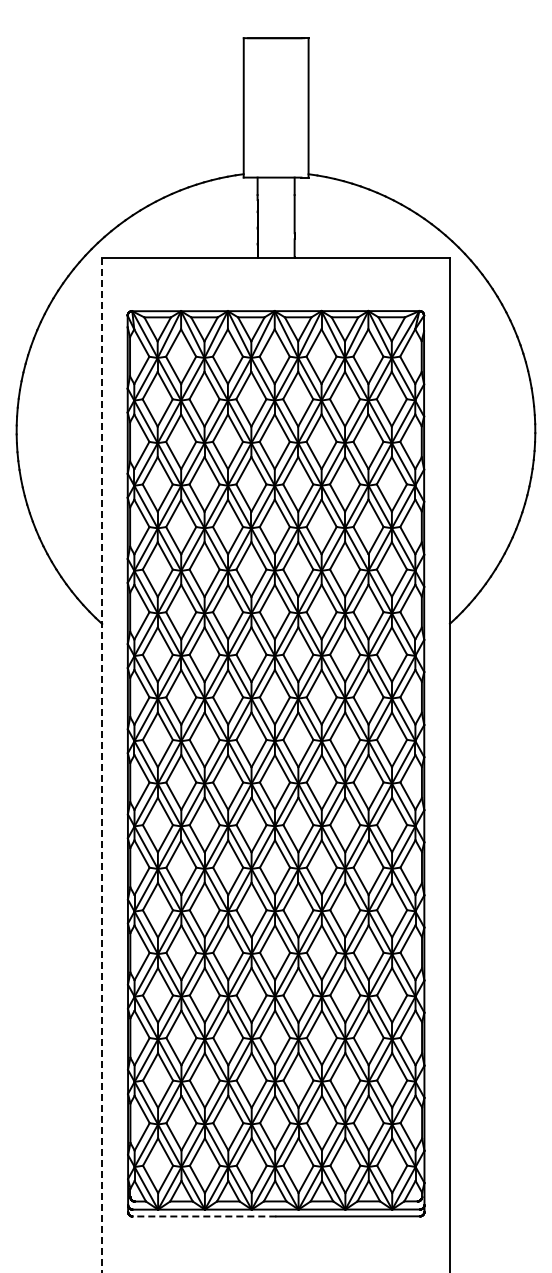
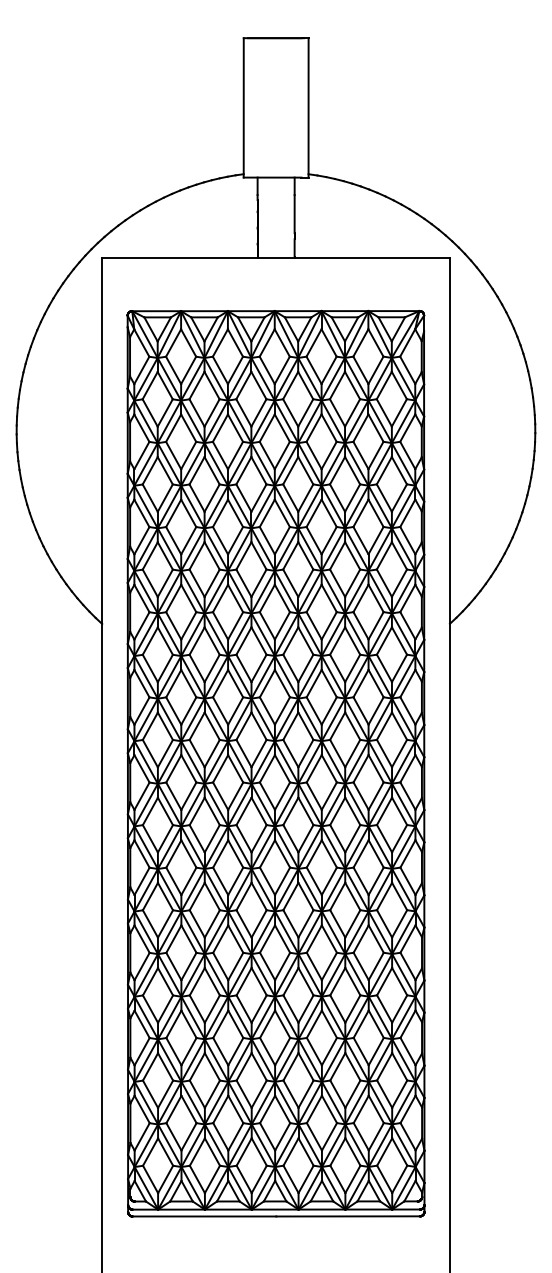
line at (102, 765): dashed -> solid
line at (204, 1216): dashed -> solid
